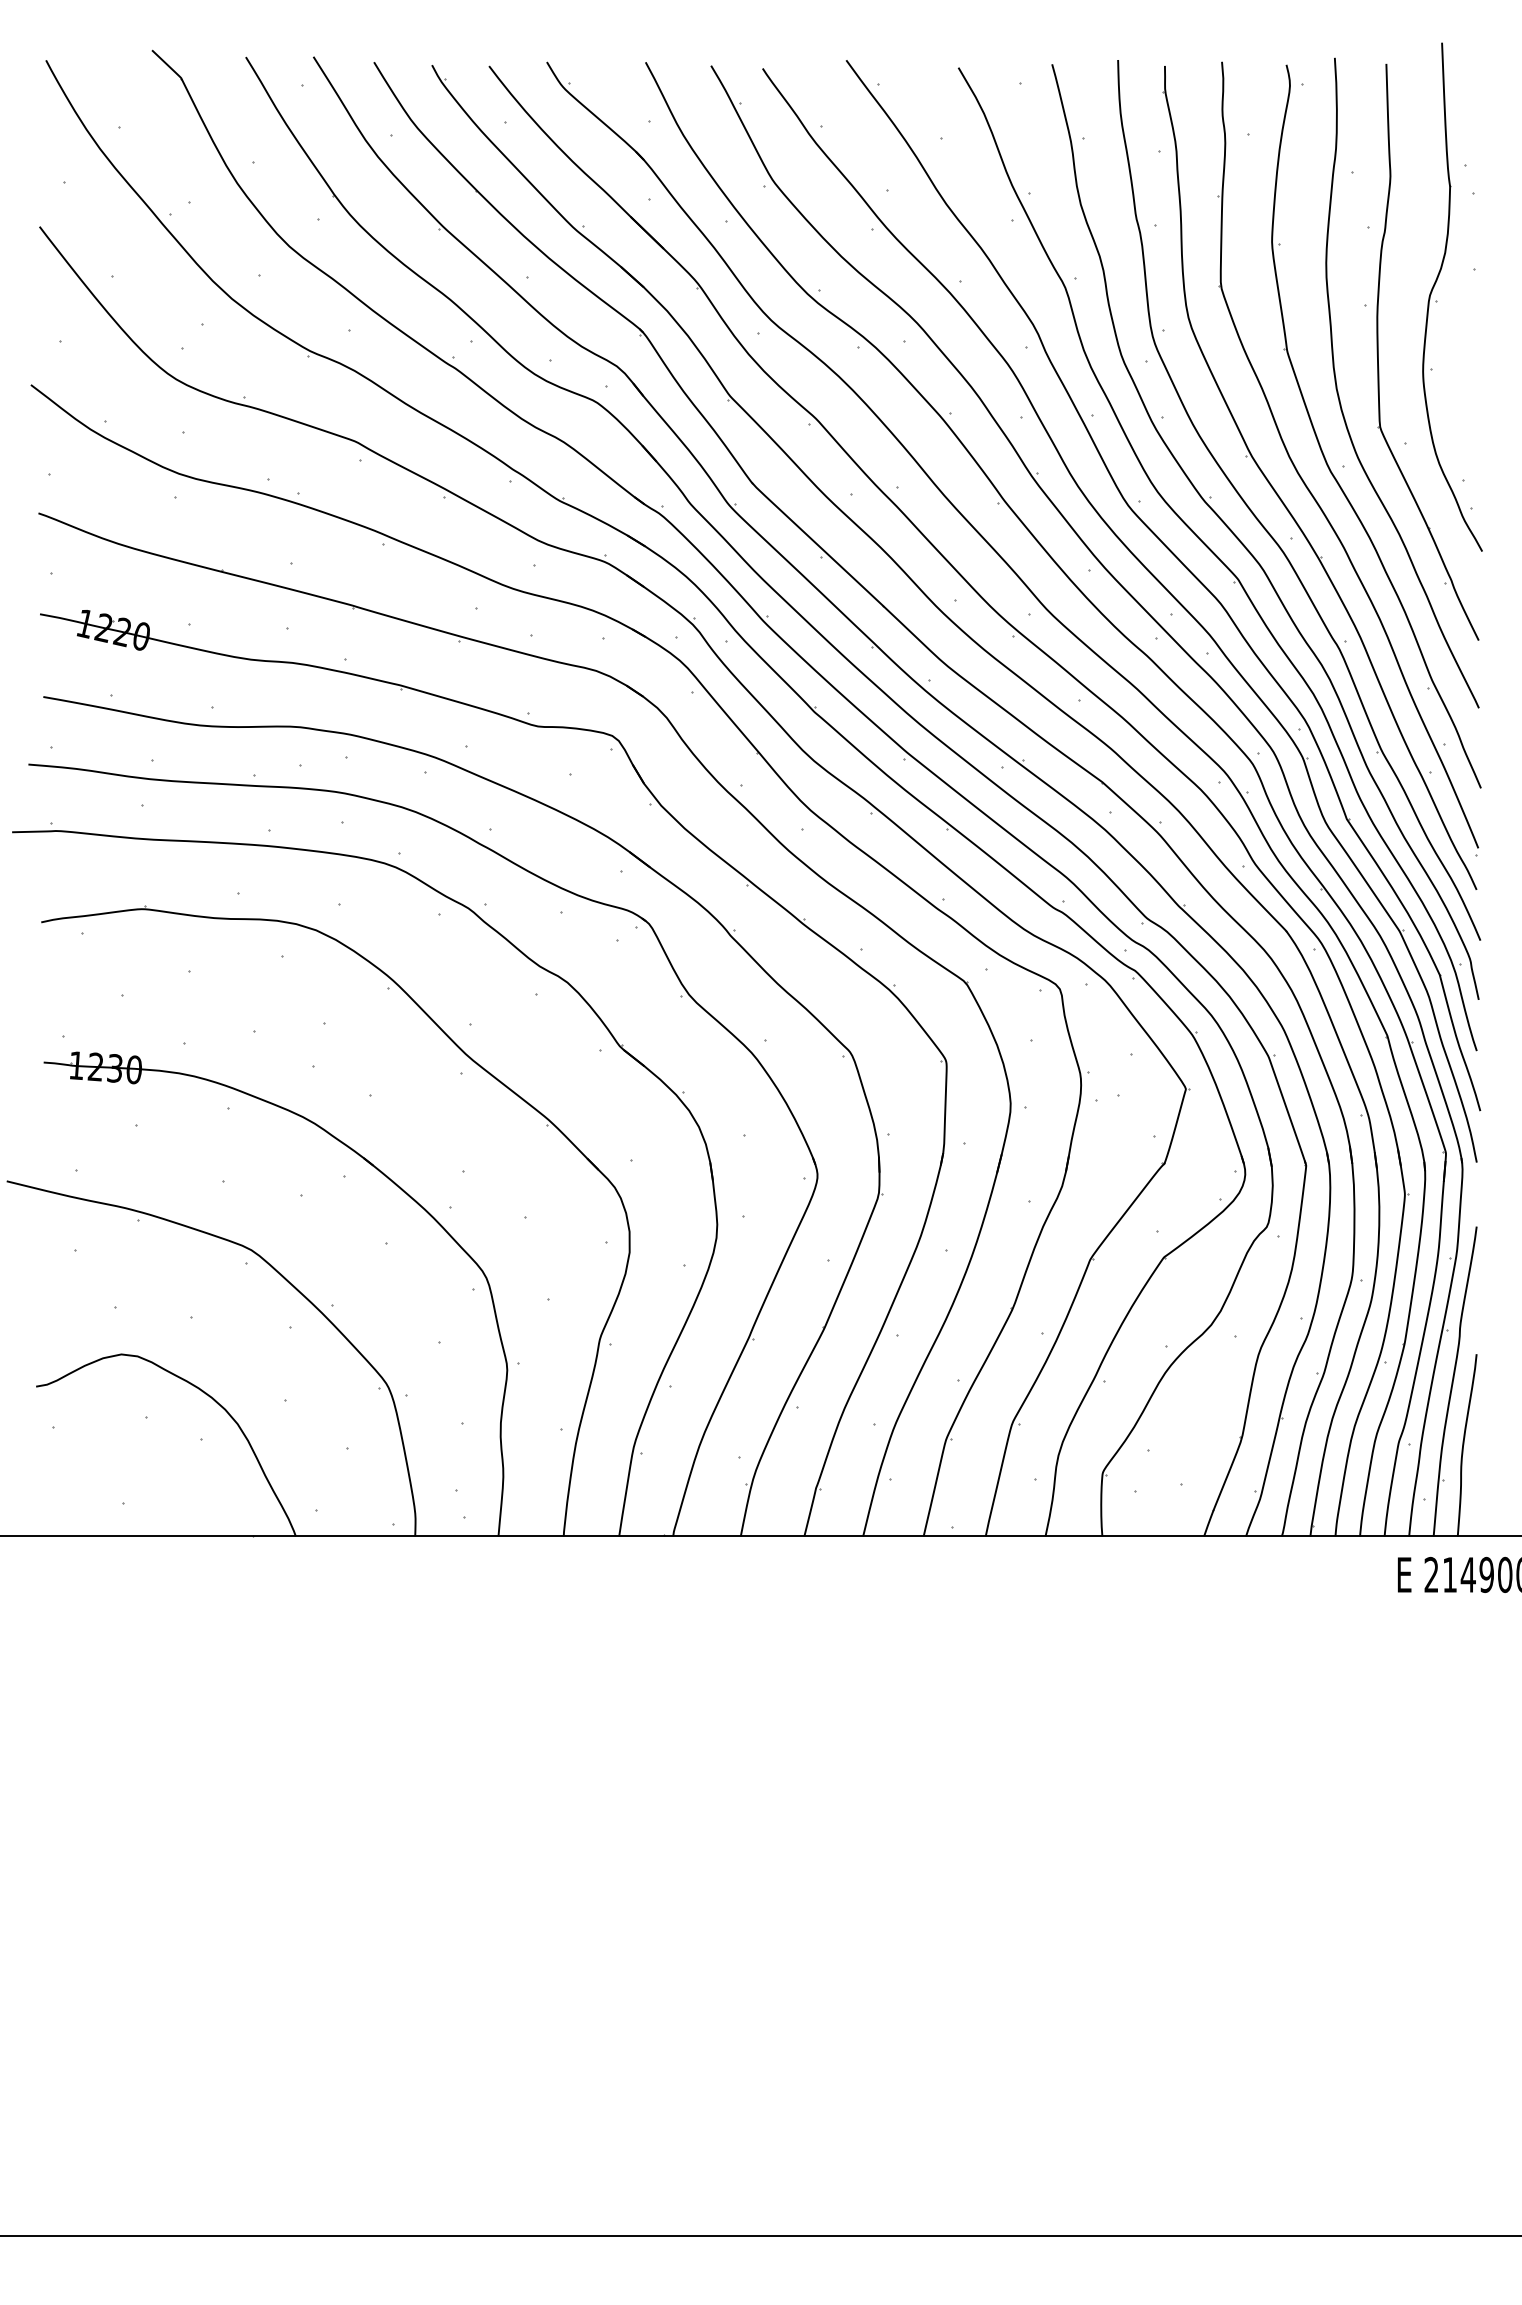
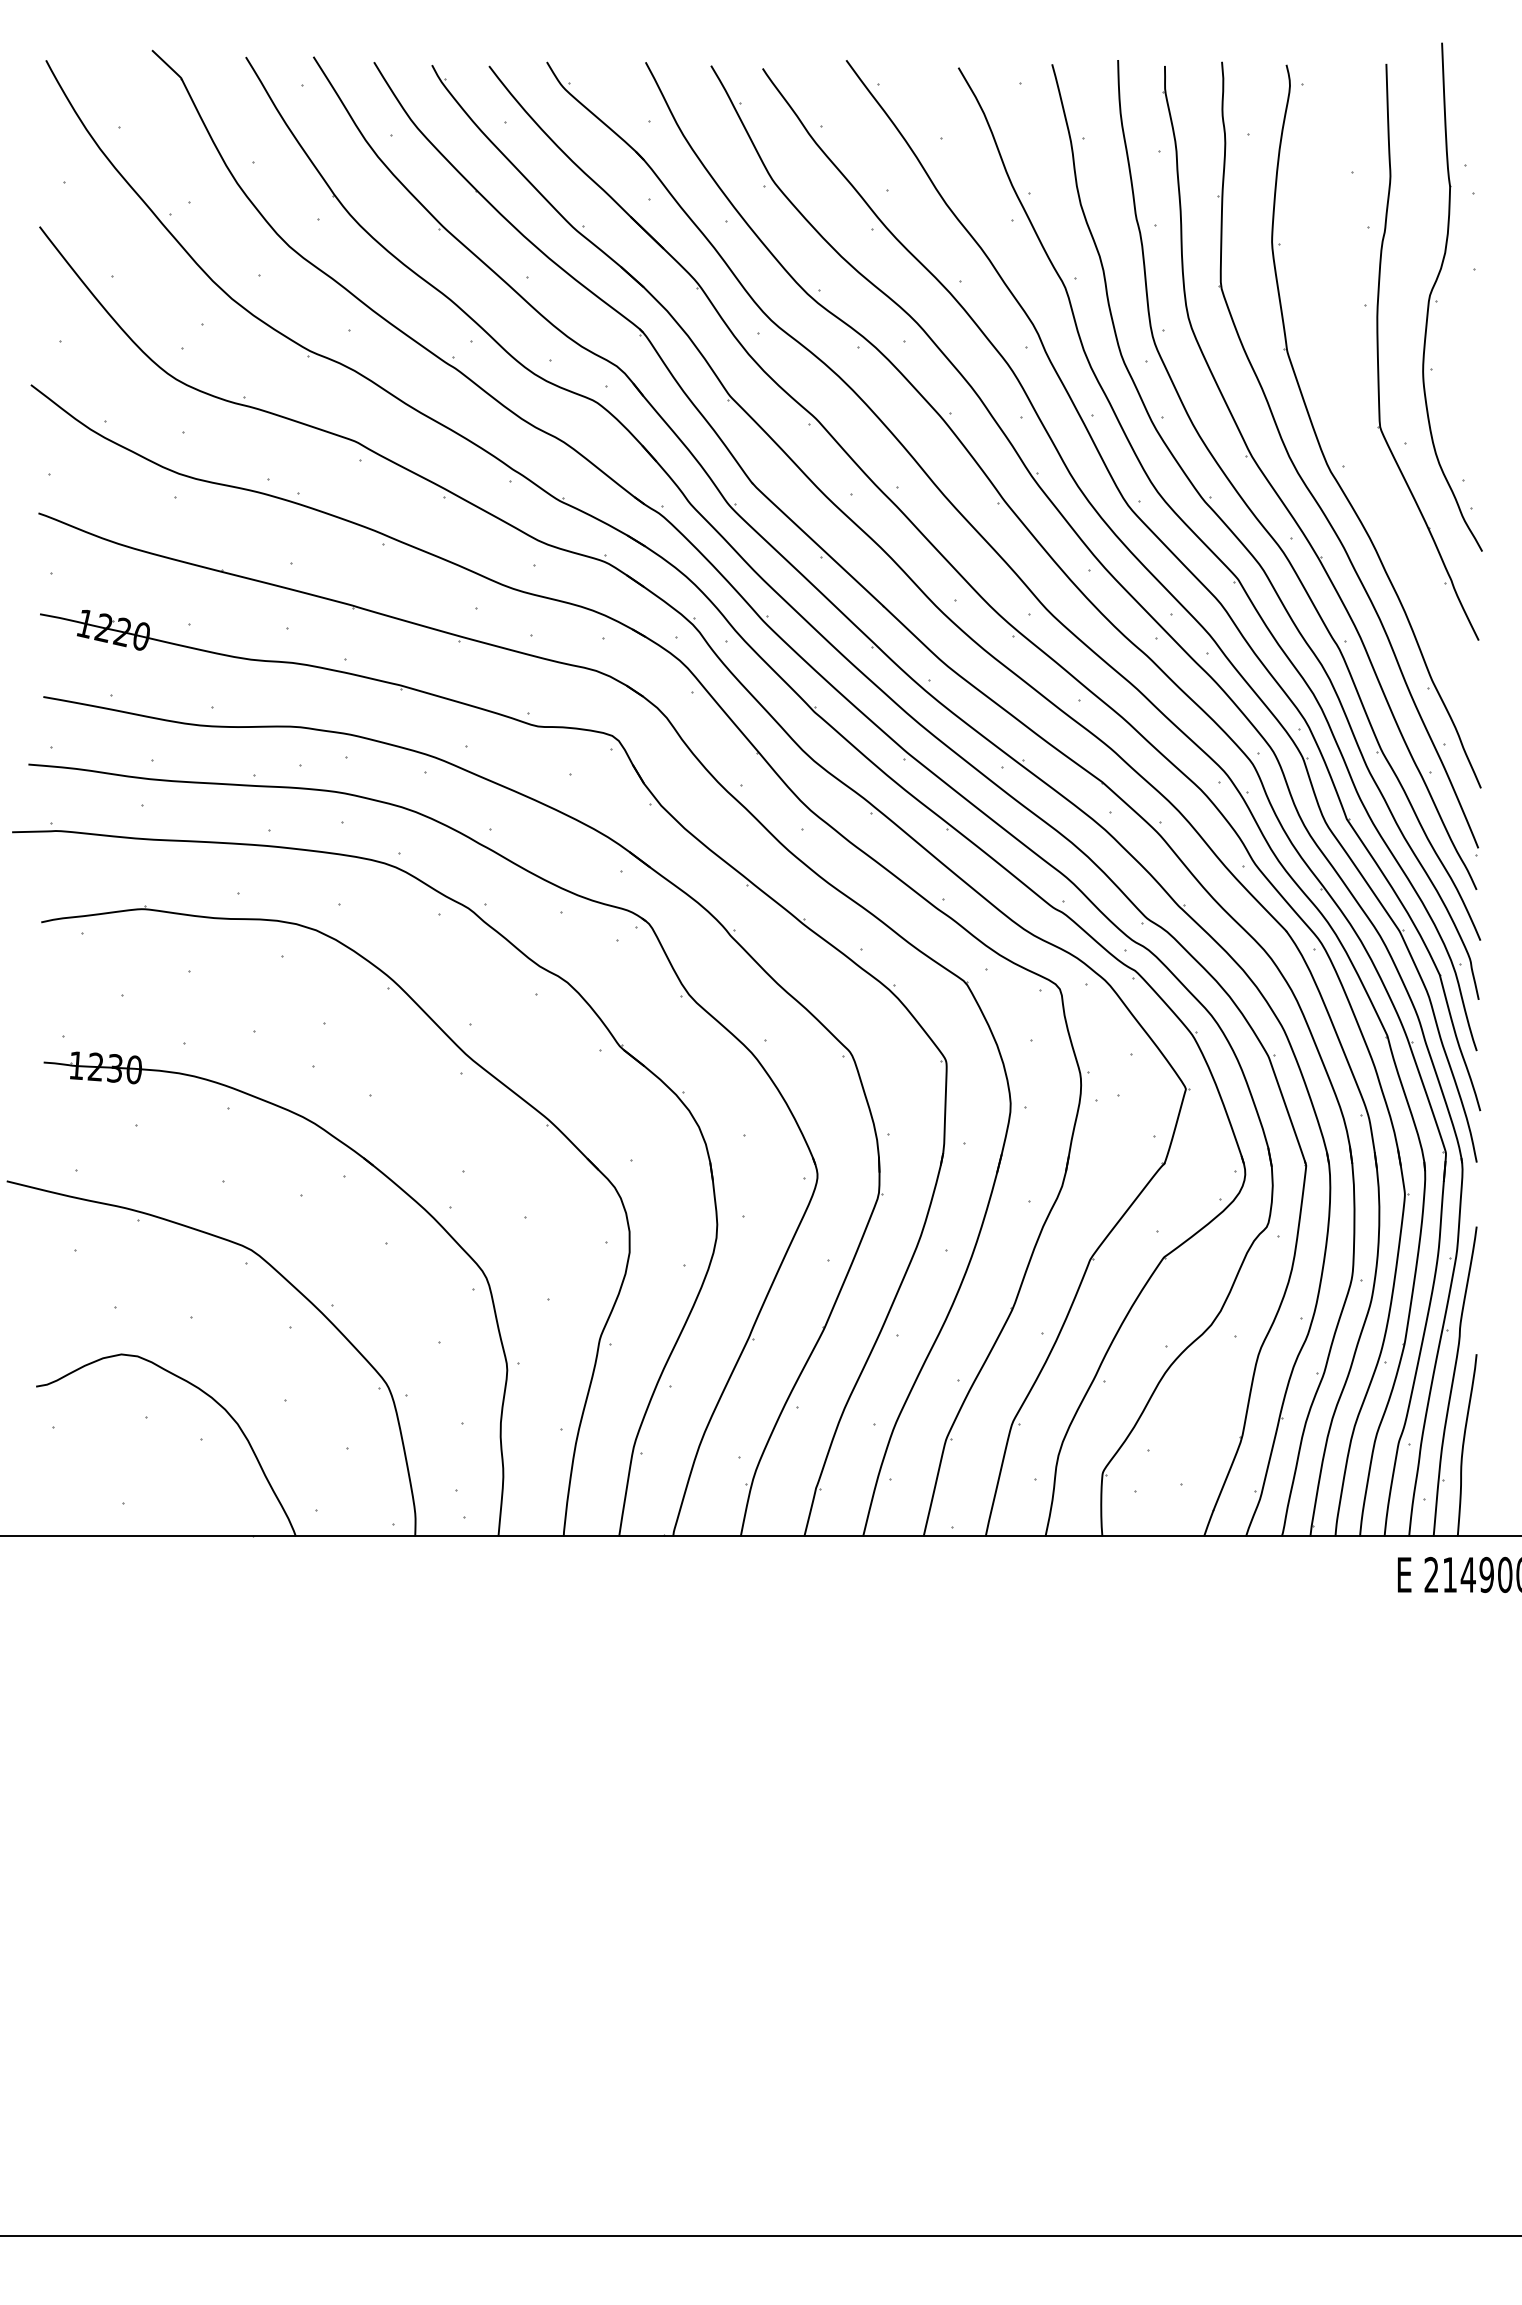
curve at (1340, 399): present -> none
